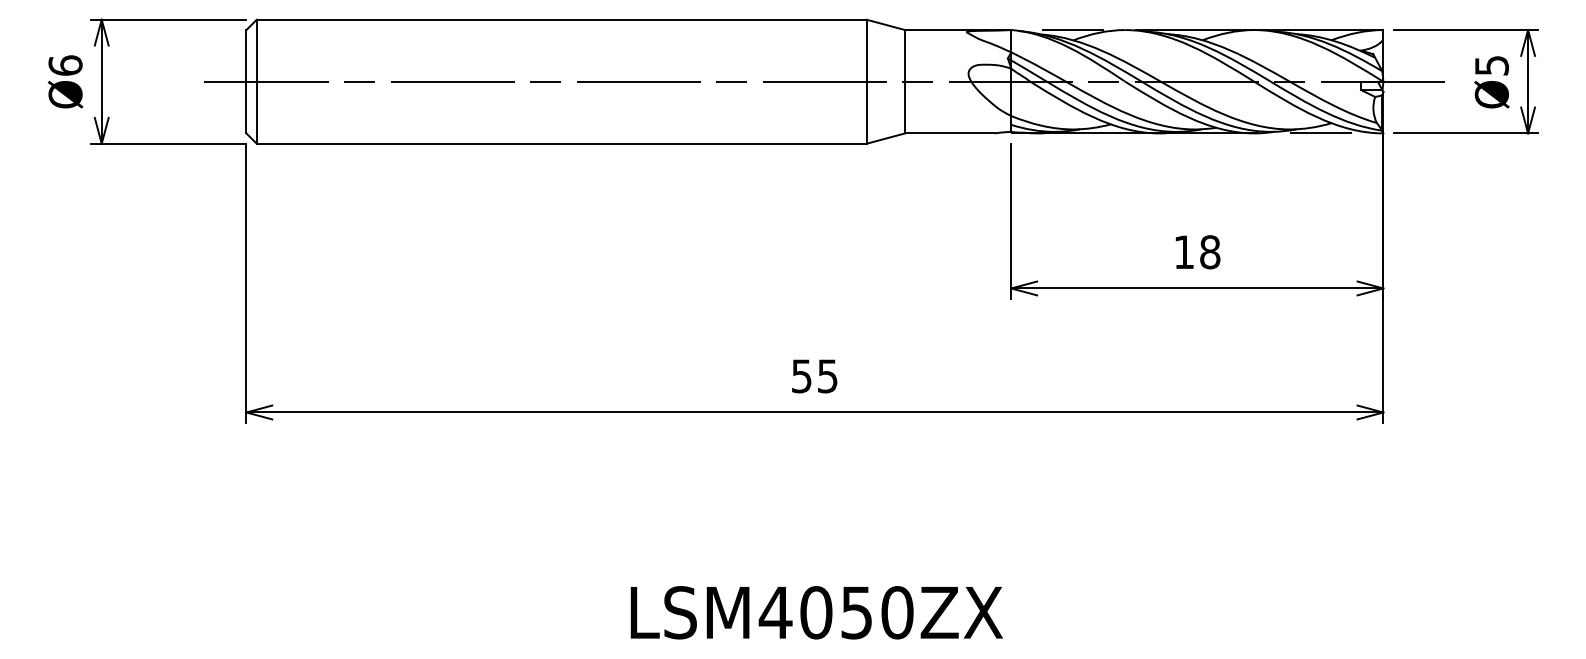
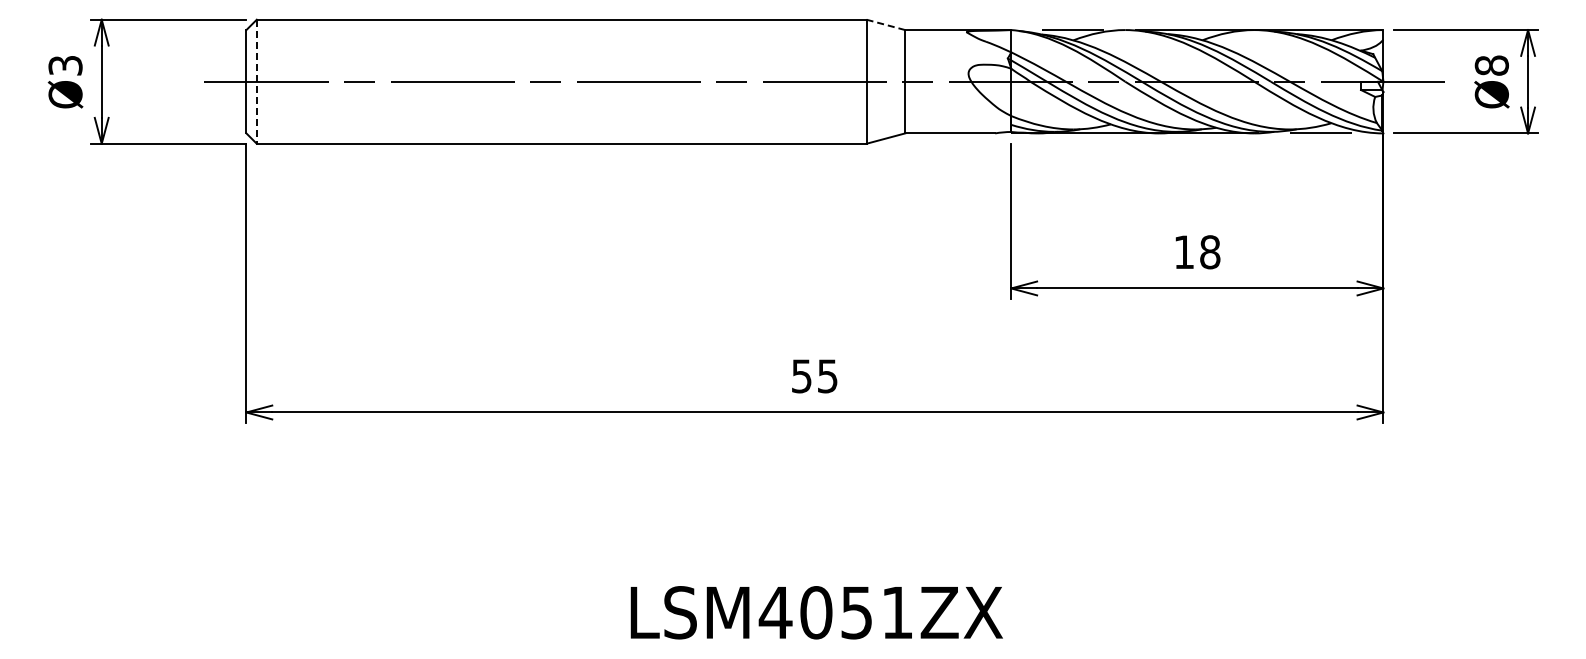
line at (885, 24): solid -> dashed
text at (65, 65): Ø6 -> Ø3
text at (1491, 65): Ø5 -> Ø8
line at (256, 82): solid -> dashed
text at (897, 612): LSM4050ZX -> LSM4051ZX
